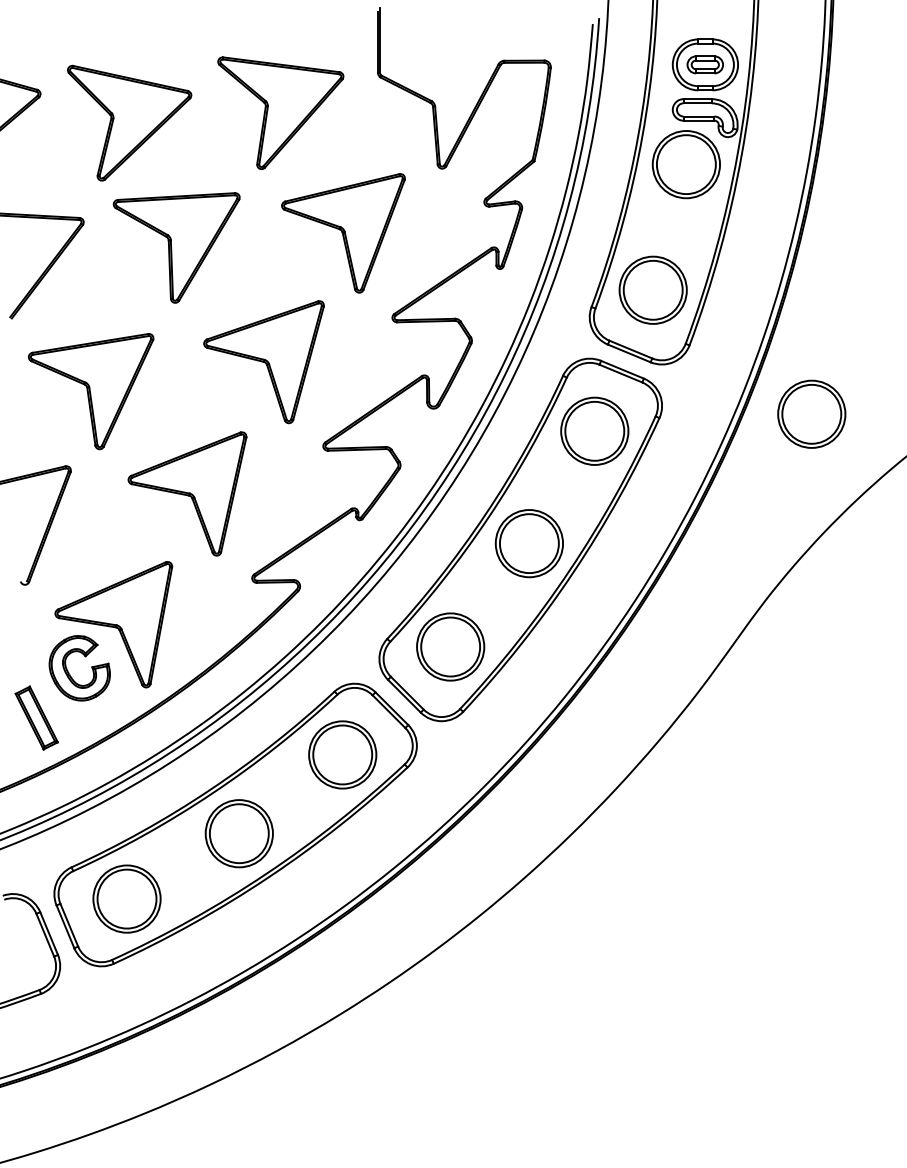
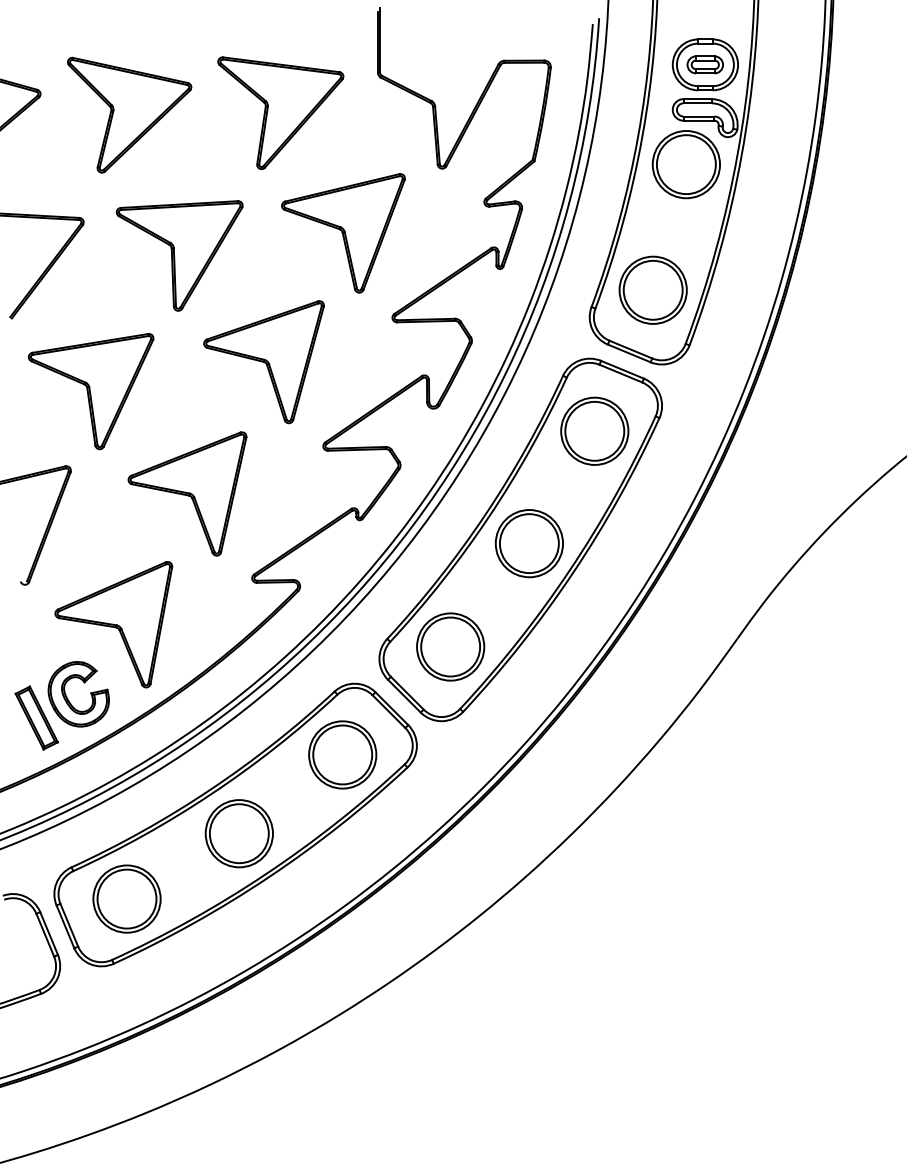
part at (129, 122) position: (129, 122) -> (129, 114)
part at (176, 247) position: (176, 247) -> (179, 255)
part at (811, 413): present -> none
part at (69, 672) position: (69, 672) -> (68, 698)
